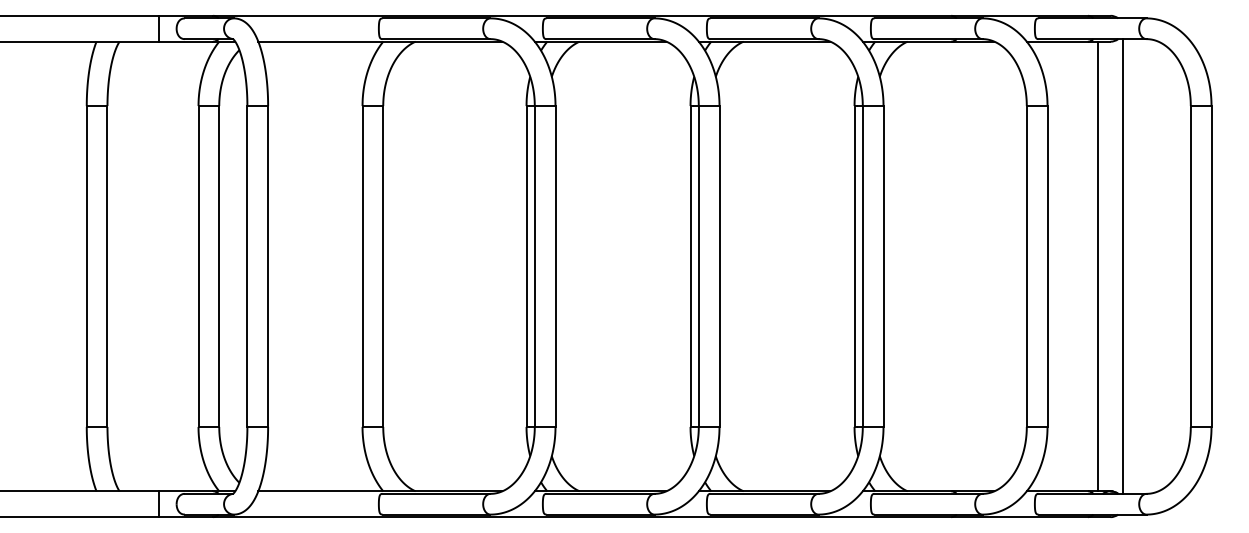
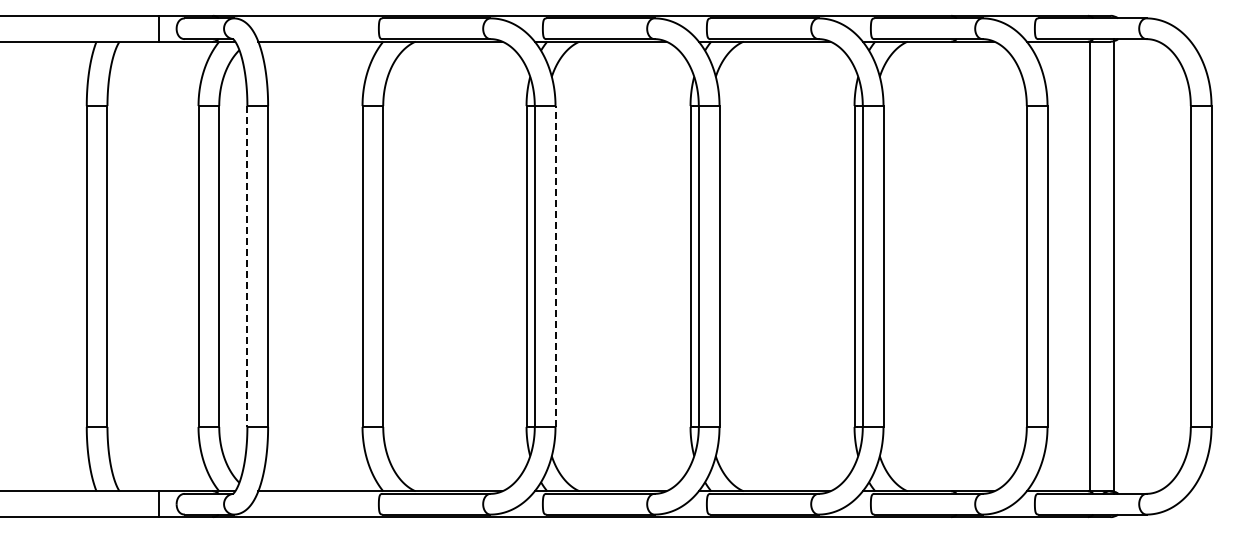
line at (247, 266): solid -> dashed
line at (555, 266): solid -> dashed
line at (1097, 266) position: (1097, 266) -> (1089, 266)
line at (1123, 266) position: (1123, 266) -> (1114, 266)
